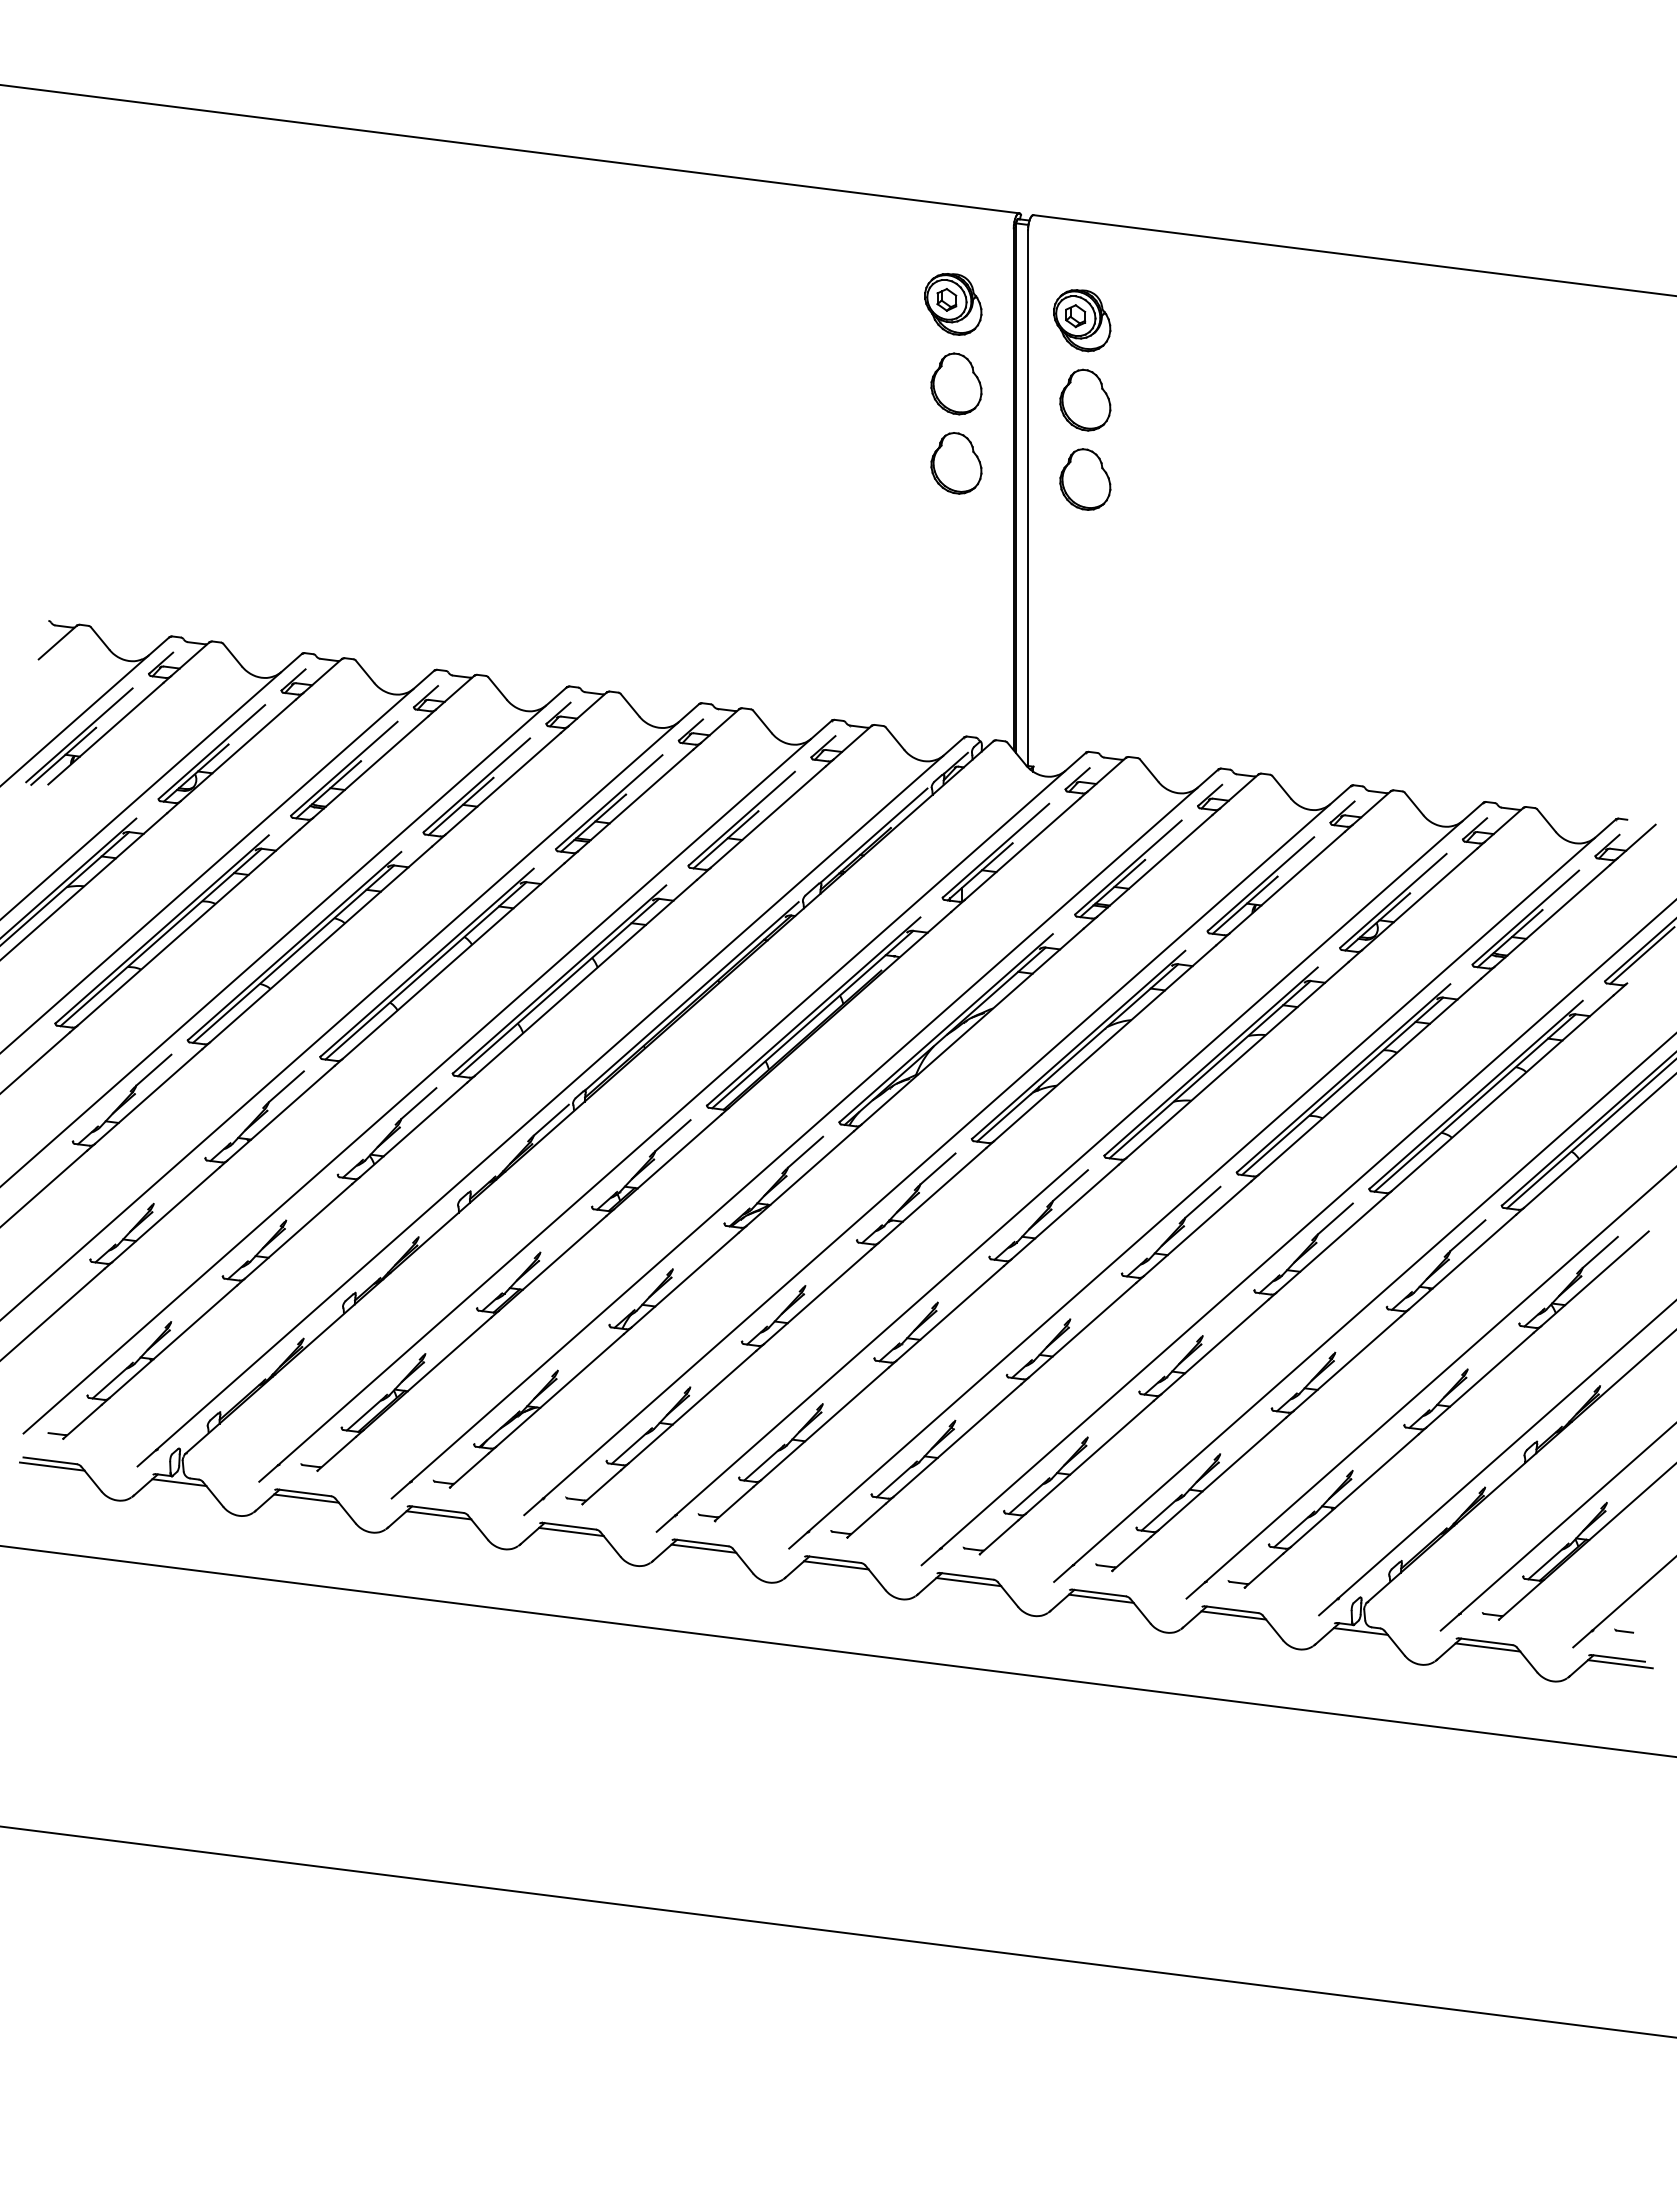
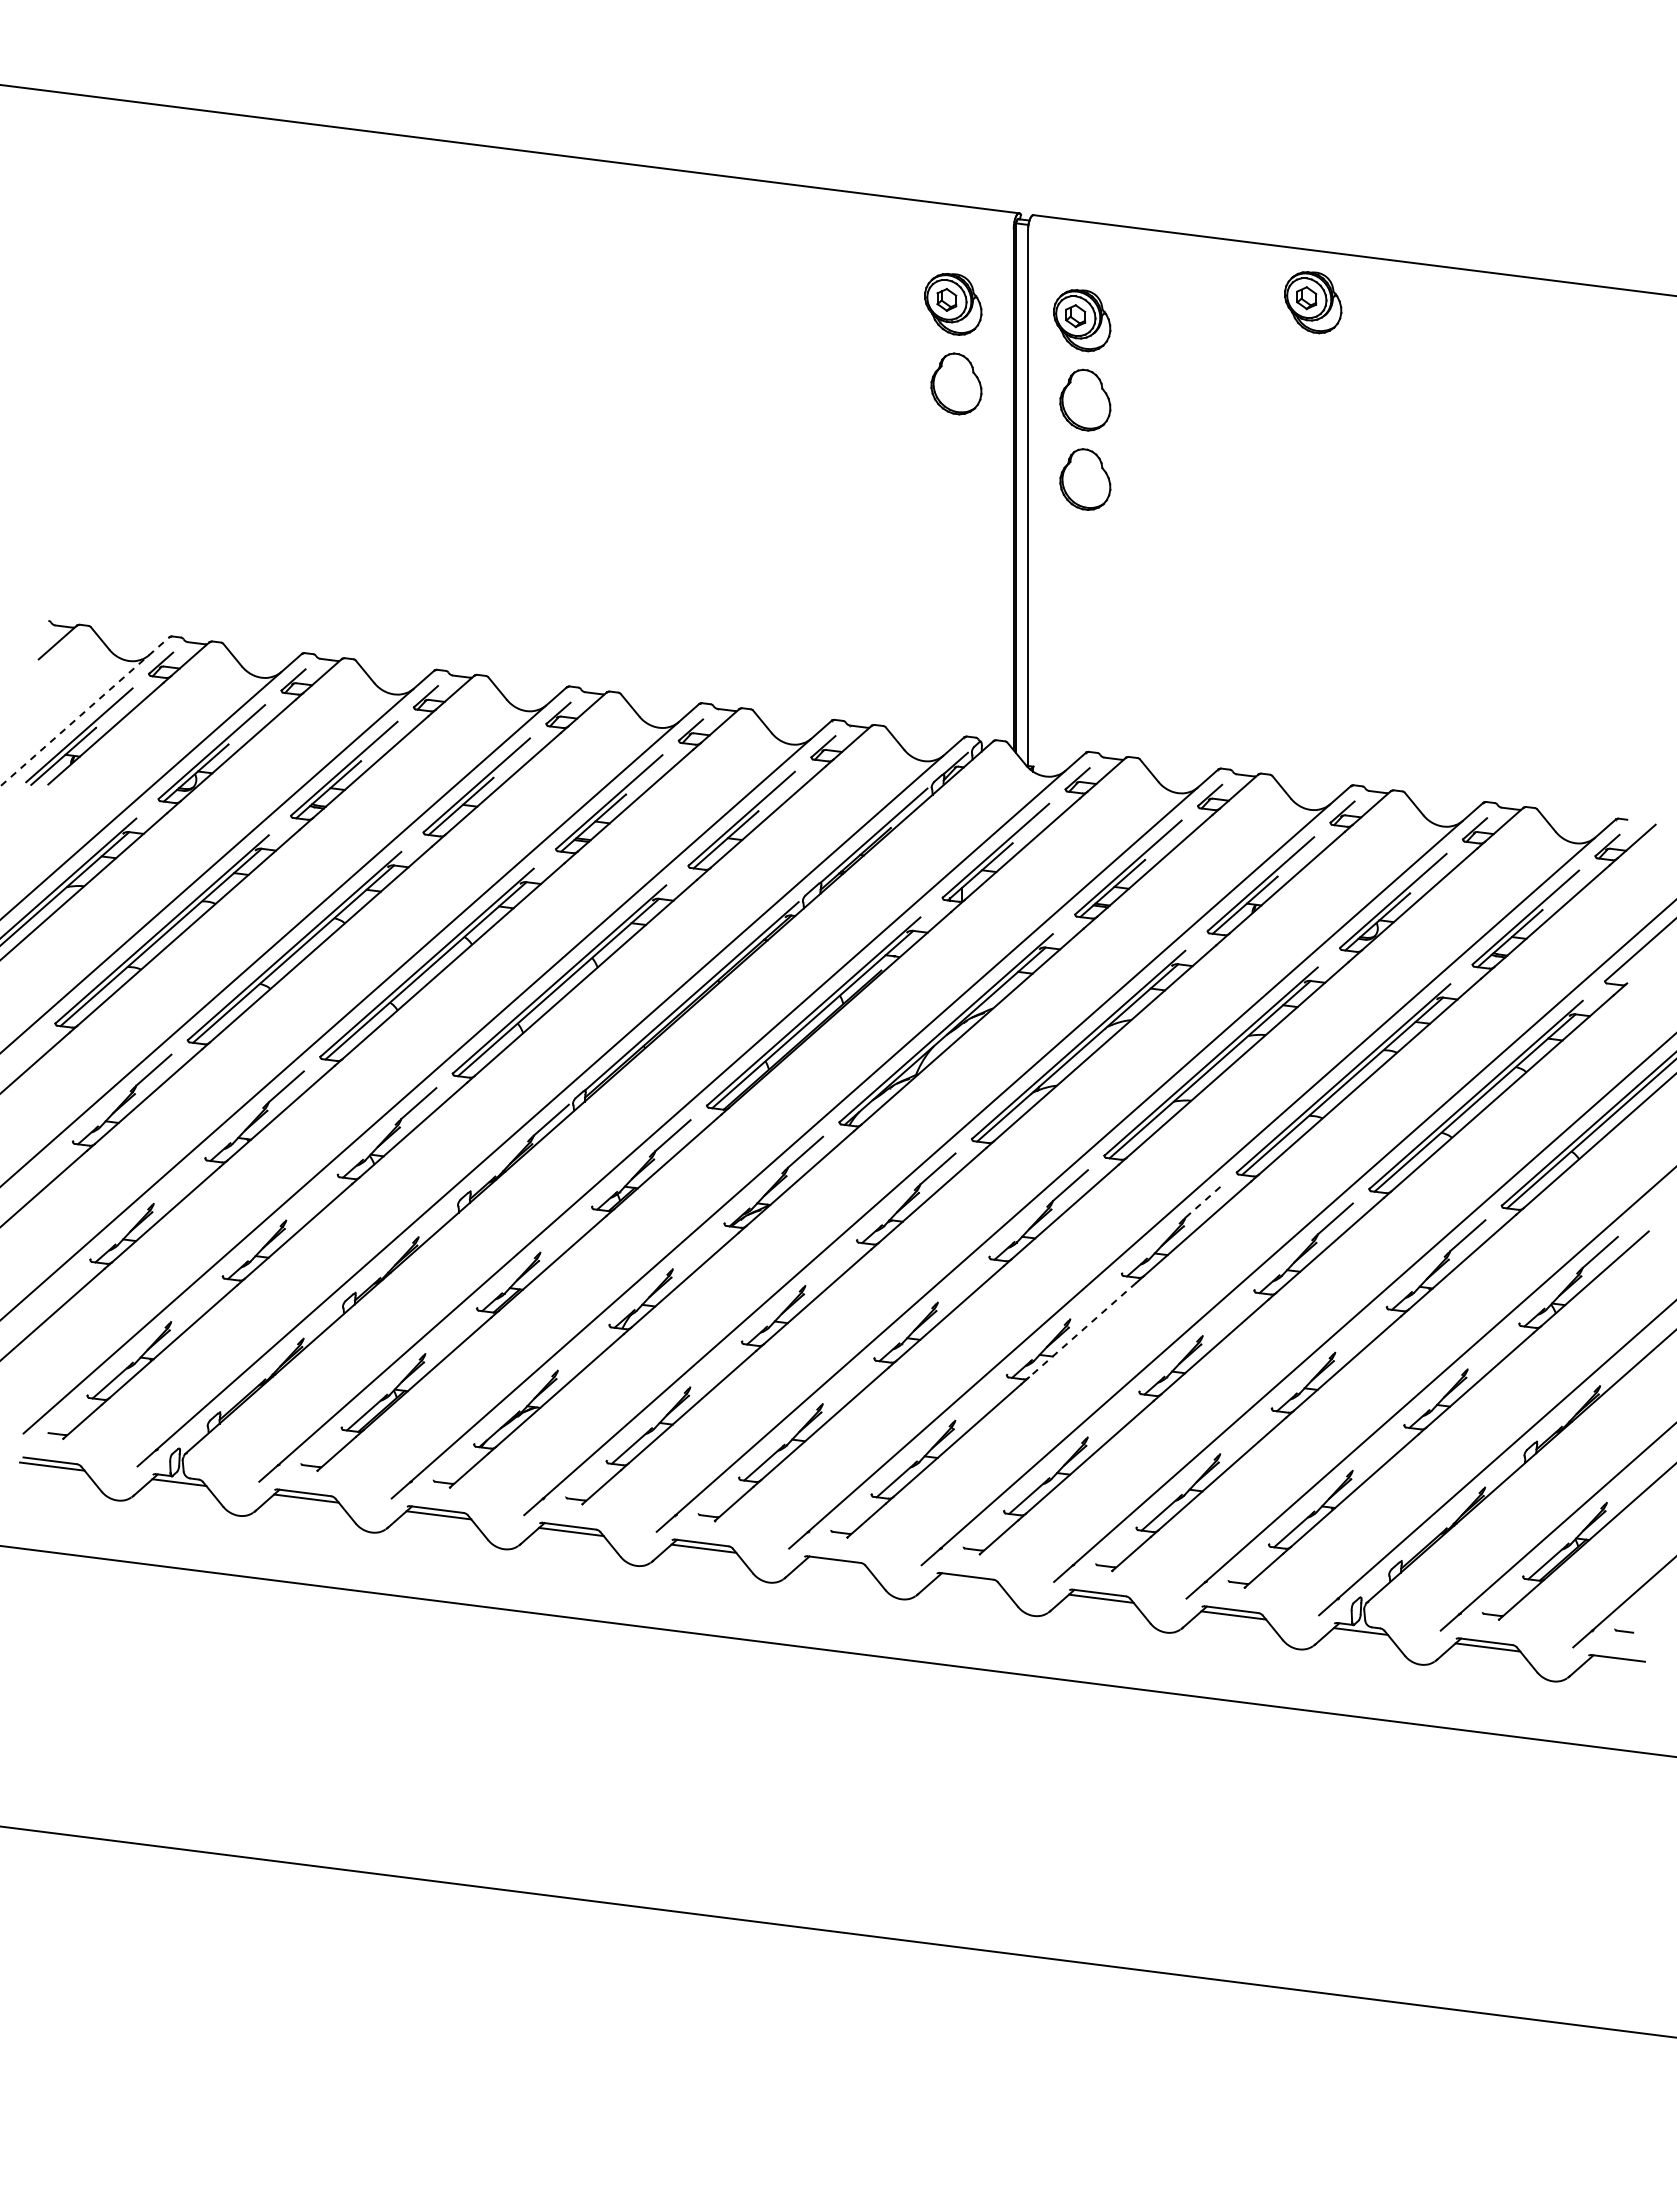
part at (1313, 302): none -> present
part at (956, 463): present -> none
line at (85, 711): solid -> dashed
line at (1641, 955): present -> none
line at (1202, 1202): solid -> dashed
line at (1082, 1330): solid -> dashed
line at (836, 1565): present -> none
line at (968, 1582): present -> none
line at (1620, 1664): present -> none
